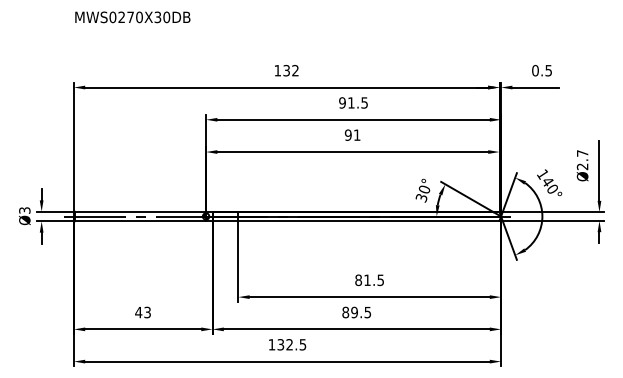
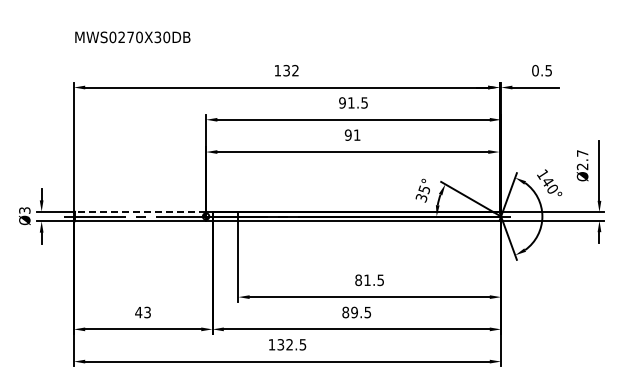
text at (132, 17) position: (132, 17) -> (132, 37)
text at (424, 189): 30° -> 35°
line at (140, 211): solid -> dashed
